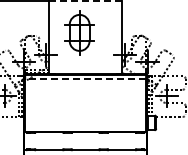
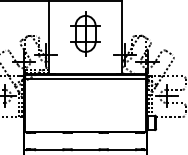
line at (85, 0): dashed -> solid
part at (79, 32) position: (79, 32) -> (85, 33)
line at (85, 79): dashed -> solid
